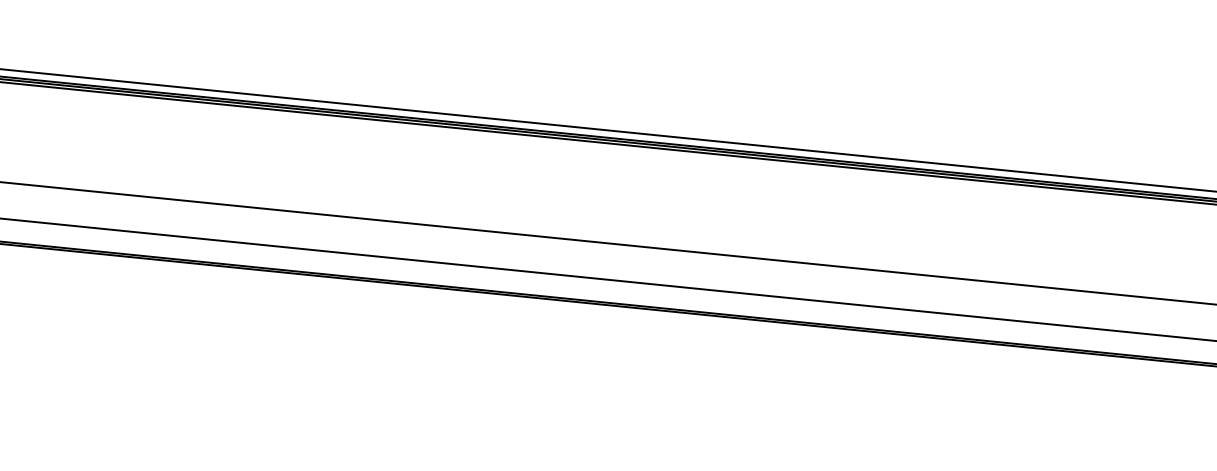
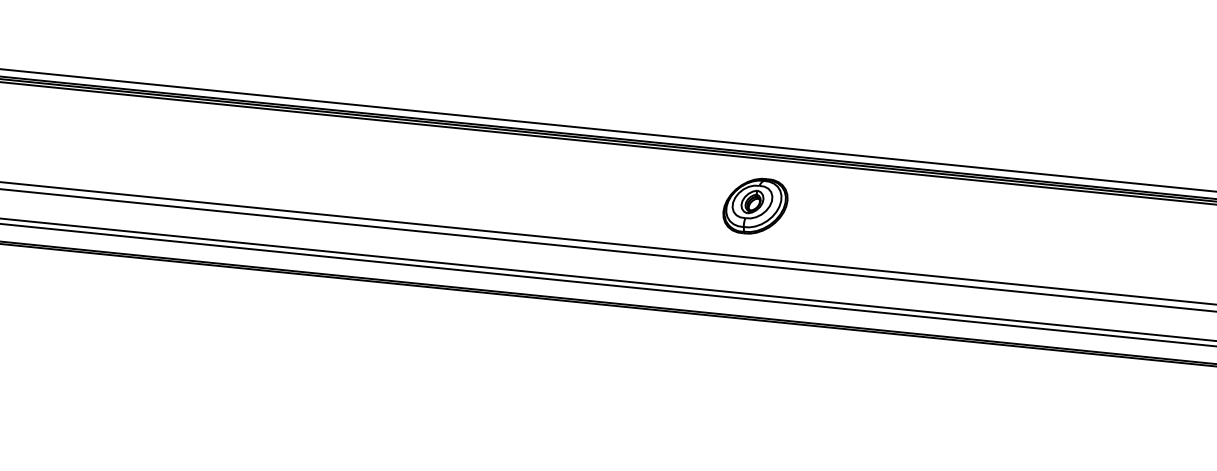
part at (755, 205): none -> present
line at (607, 250): none -> present
line at (607, 285): none -> present
